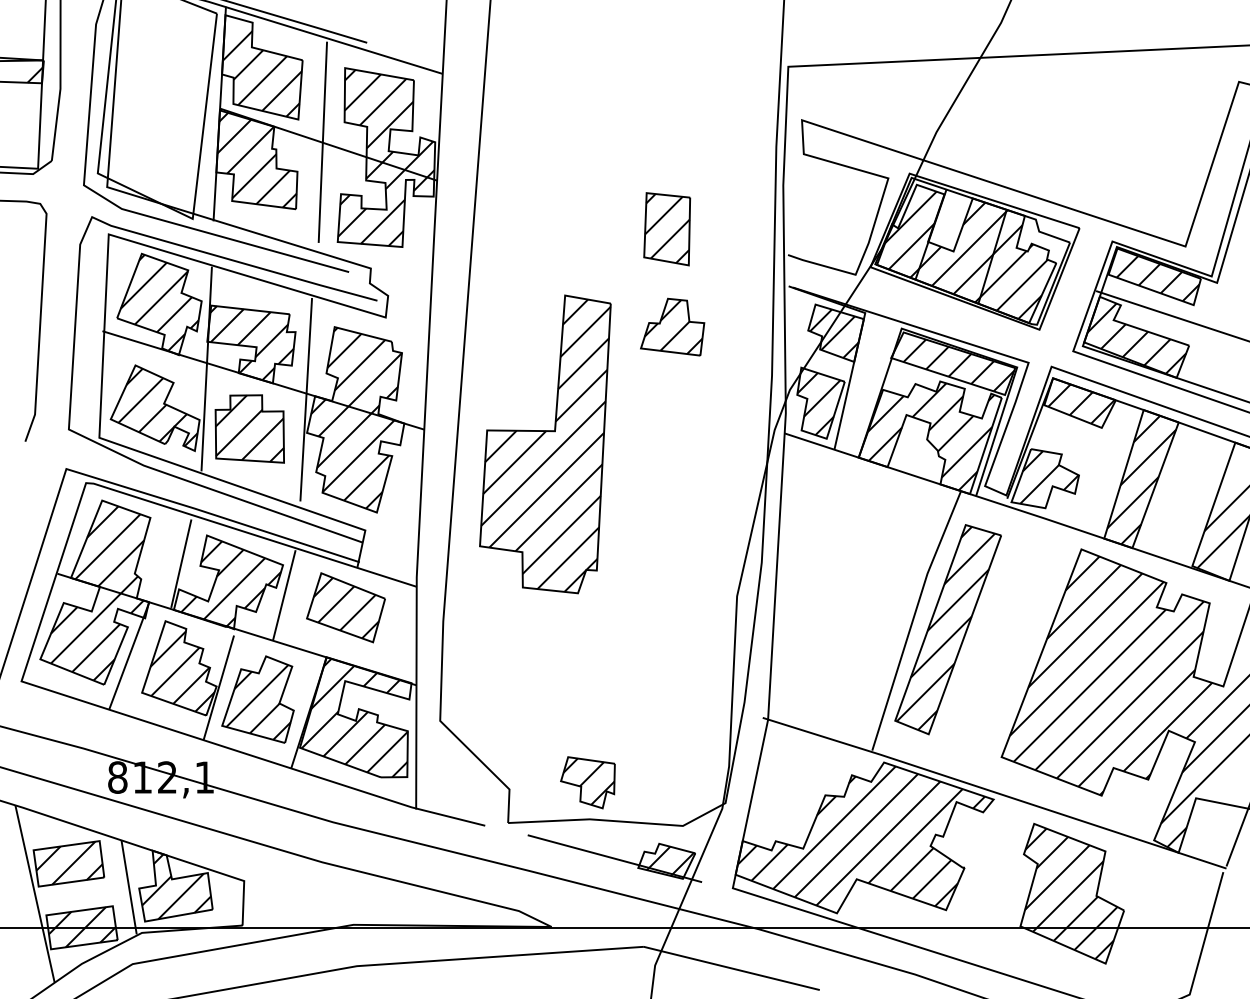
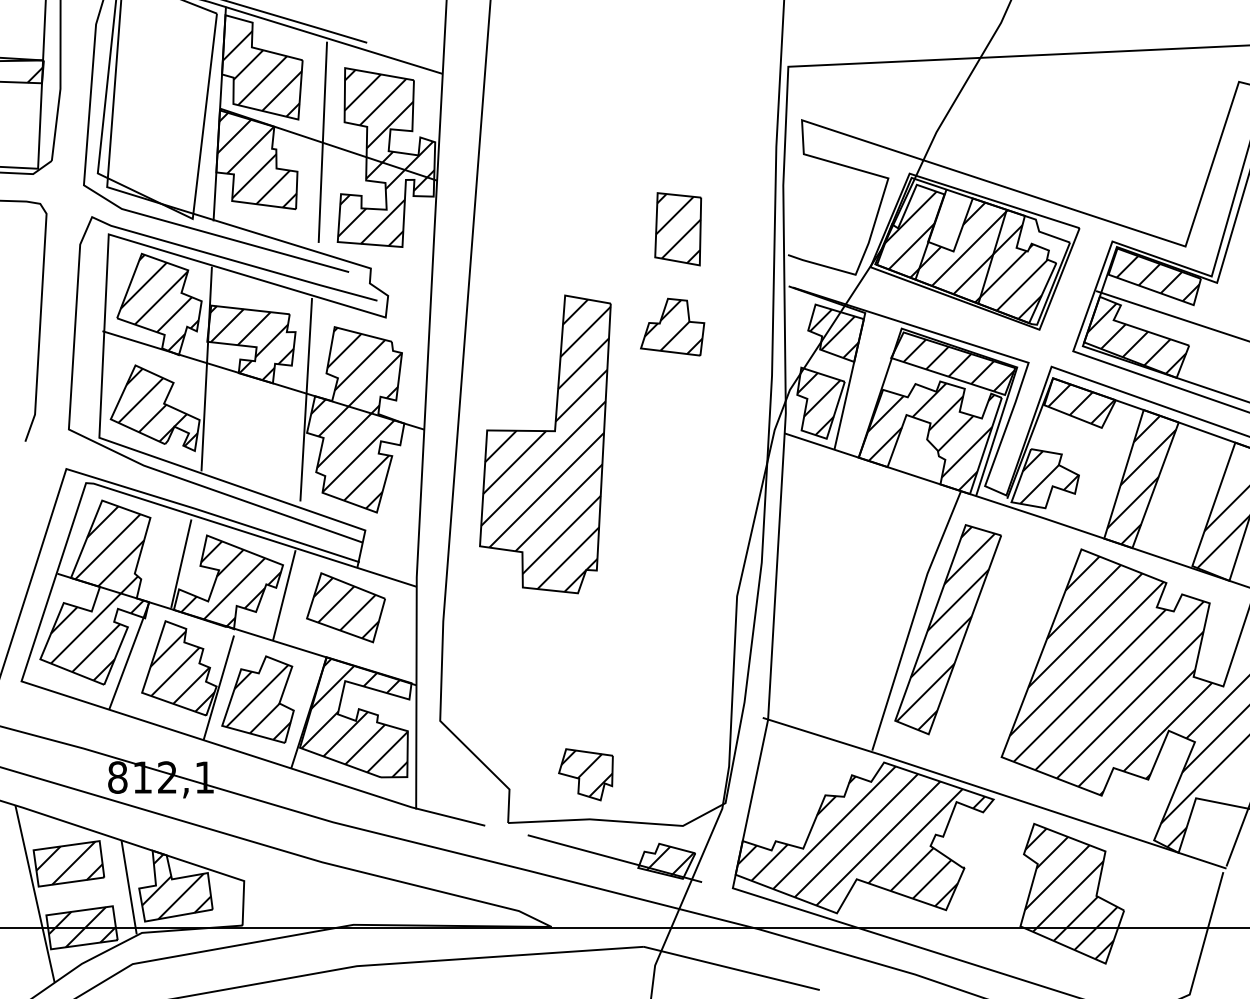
part at (667, 229) position: (667, 229) -> (678, 229)
part at (249, 428): present -> none
part at (587, 782) position: (587, 782) -> (585, 774)
